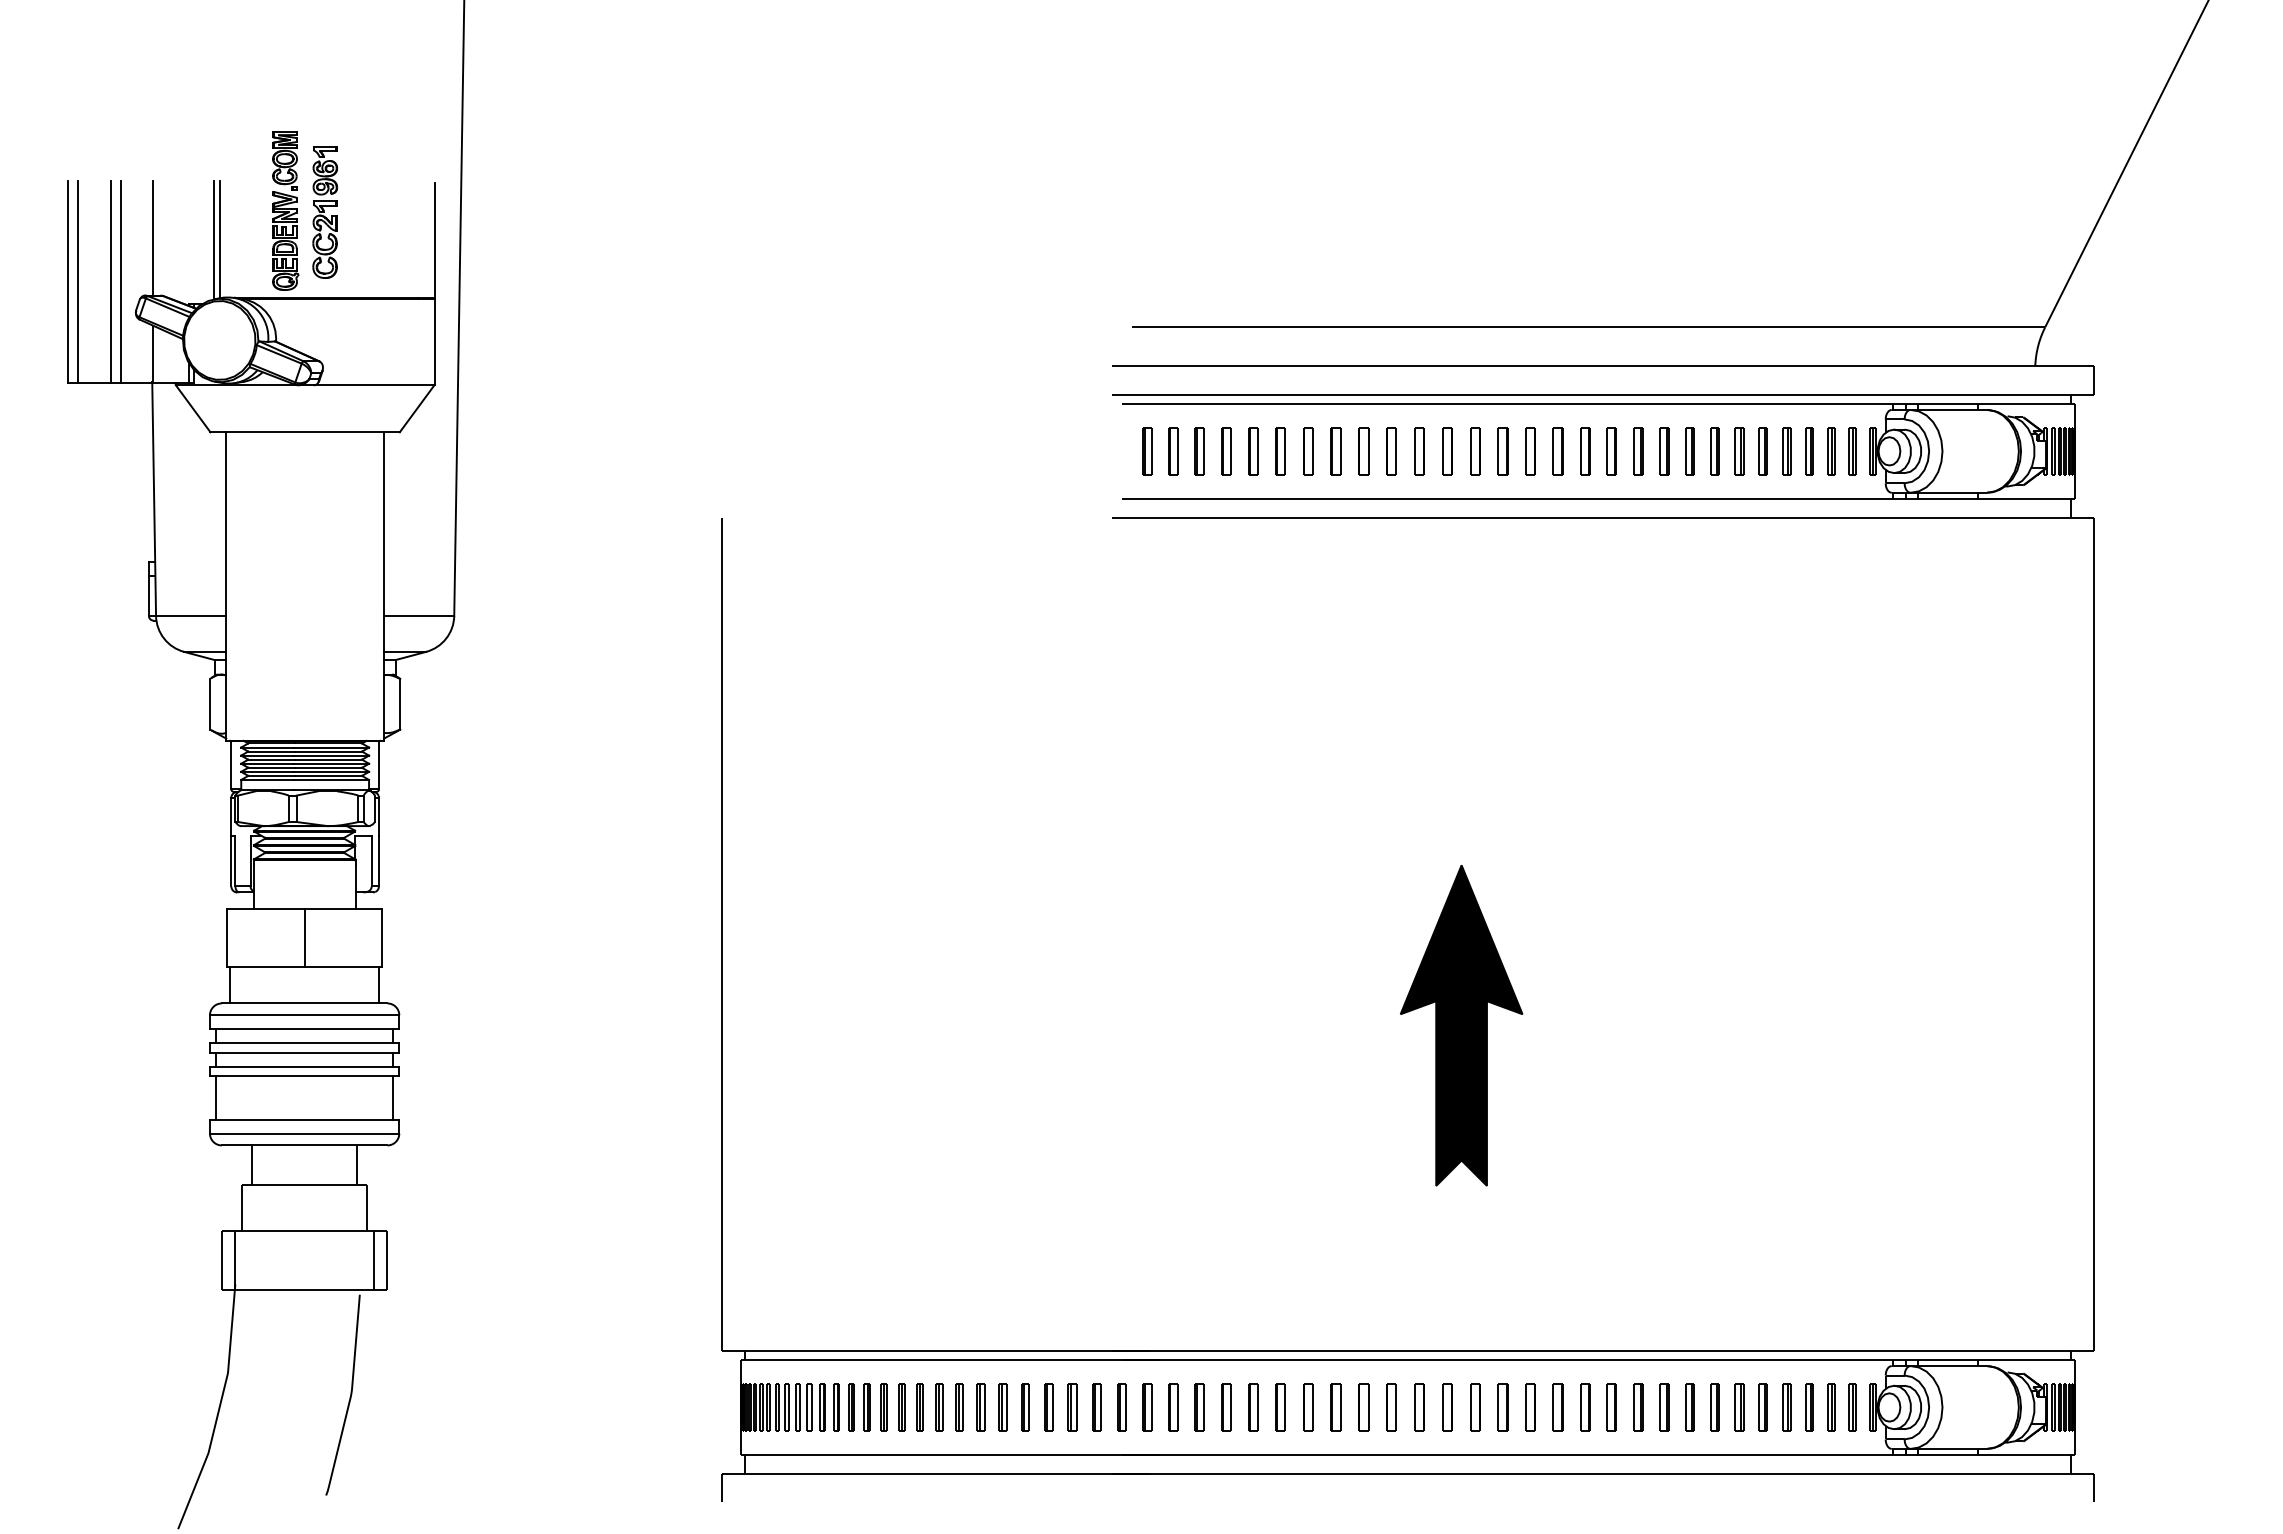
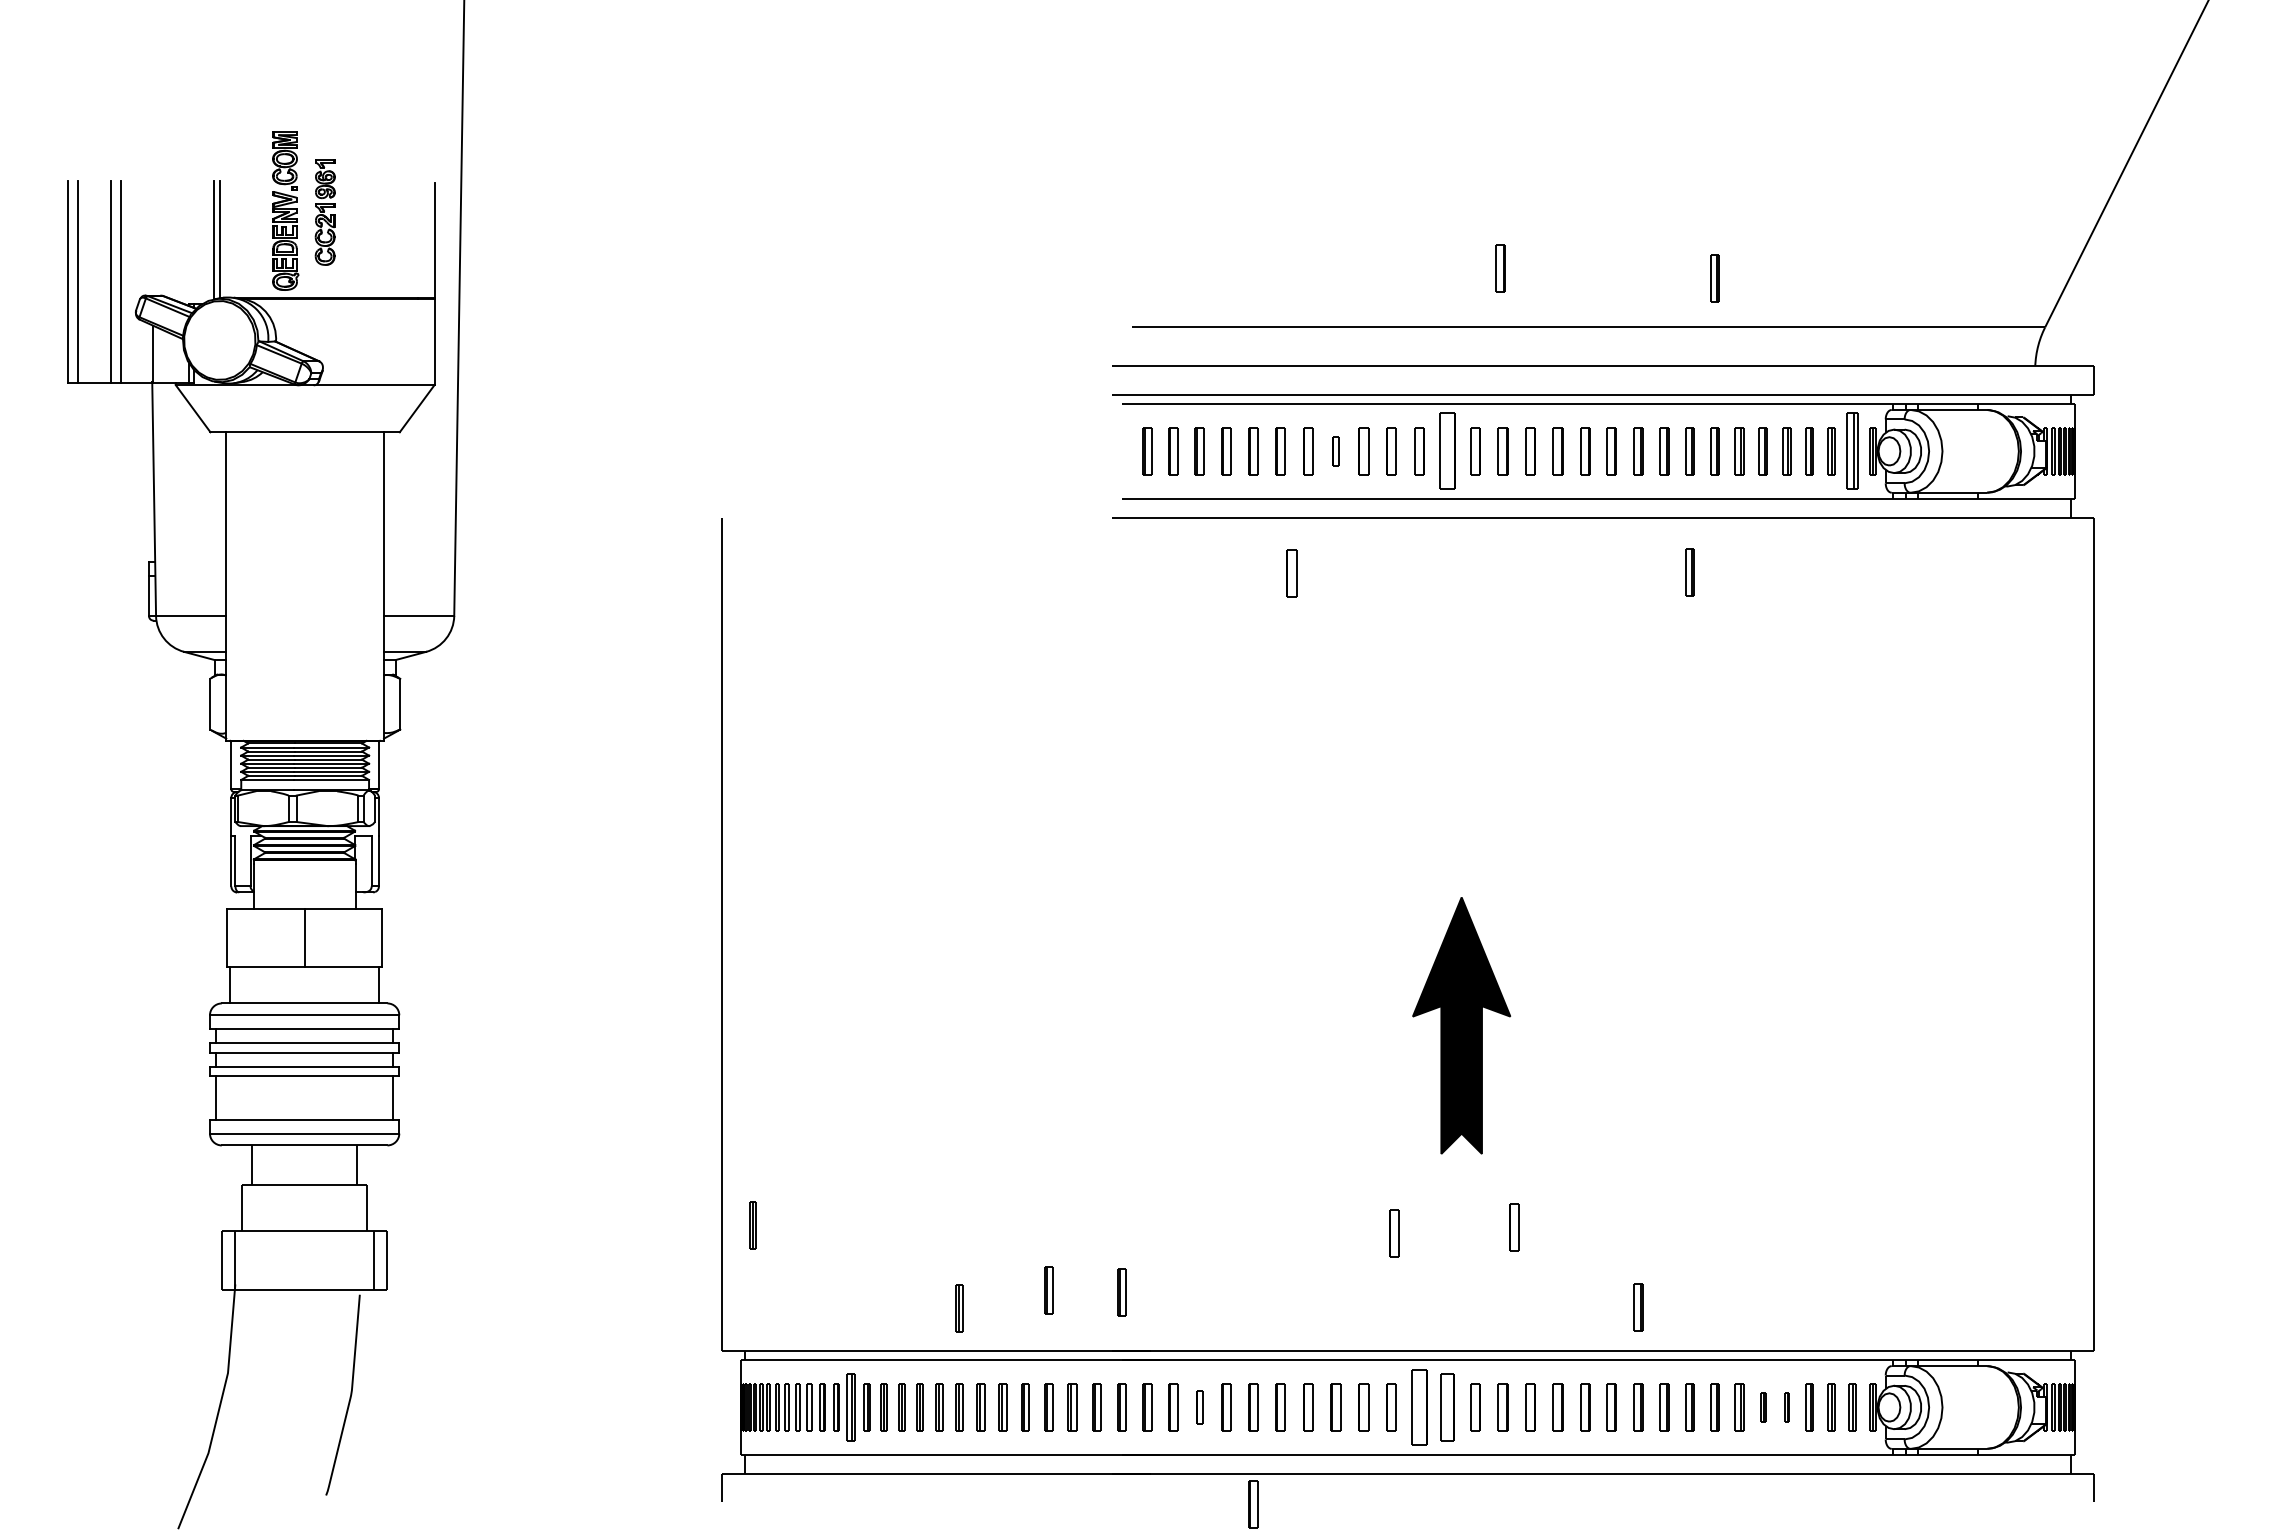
part at (325, 212) size: 27x133 px -> 22x107 px
line at (153, 237): present -> none
part at (1500, 268): none -> present
part at (1714, 278): none -> present
part at (1335, 451) size: 12x49 px -> 8x31 px
part at (1447, 451) size: 11x49 px -> 17x78 px
part at (1852, 451) size: 9x49 px -> 13x78 px
part at (1689, 572): none -> present
part at (1291, 573): none -> present
part at (1461, 1025) size: 124x322 px -> 100x258 px
part at (752, 1225): none -> present
part at (1514, 1227): none -> present
part at (1394, 1233): none -> present
part at (1048, 1290): none -> present
part at (1121, 1292): none -> present
part at (1638, 1307): none -> present
part at (959, 1308): none -> present
part at (851, 1407) size: 7x49 px -> 10x69 px
part at (1199, 1407) size: 11x49 px -> 8x35 px
part at (1419, 1407) size: 11x49 px -> 17x77 px
part at (1447, 1407) size: 11x49 px -> 15x69 px
part at (1762, 1407) size: 10x49 px -> 7x31 px
part at (1786, 1407) size: 10x49 px -> 6x31 px
part at (1253, 1504): none -> present
